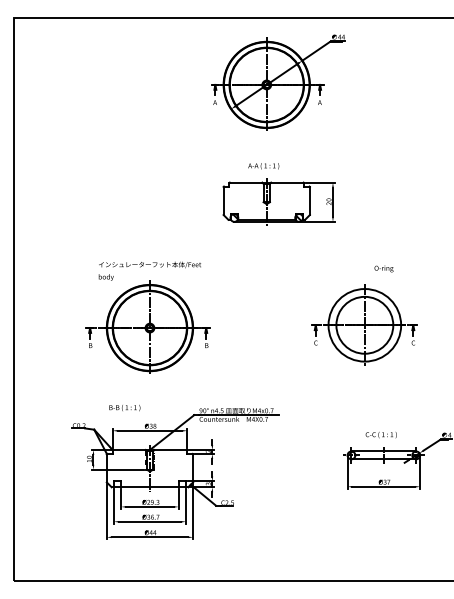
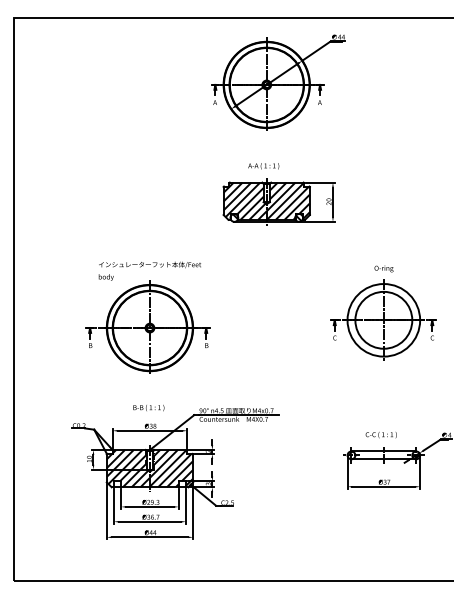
hatch at (266, 200): none -> present
part at (364, 324) position: (364, 324) -> (383, 319)
text at (124, 408) position: (124, 408) -> (148, 408)
hatch at (149, 468): none -> present
